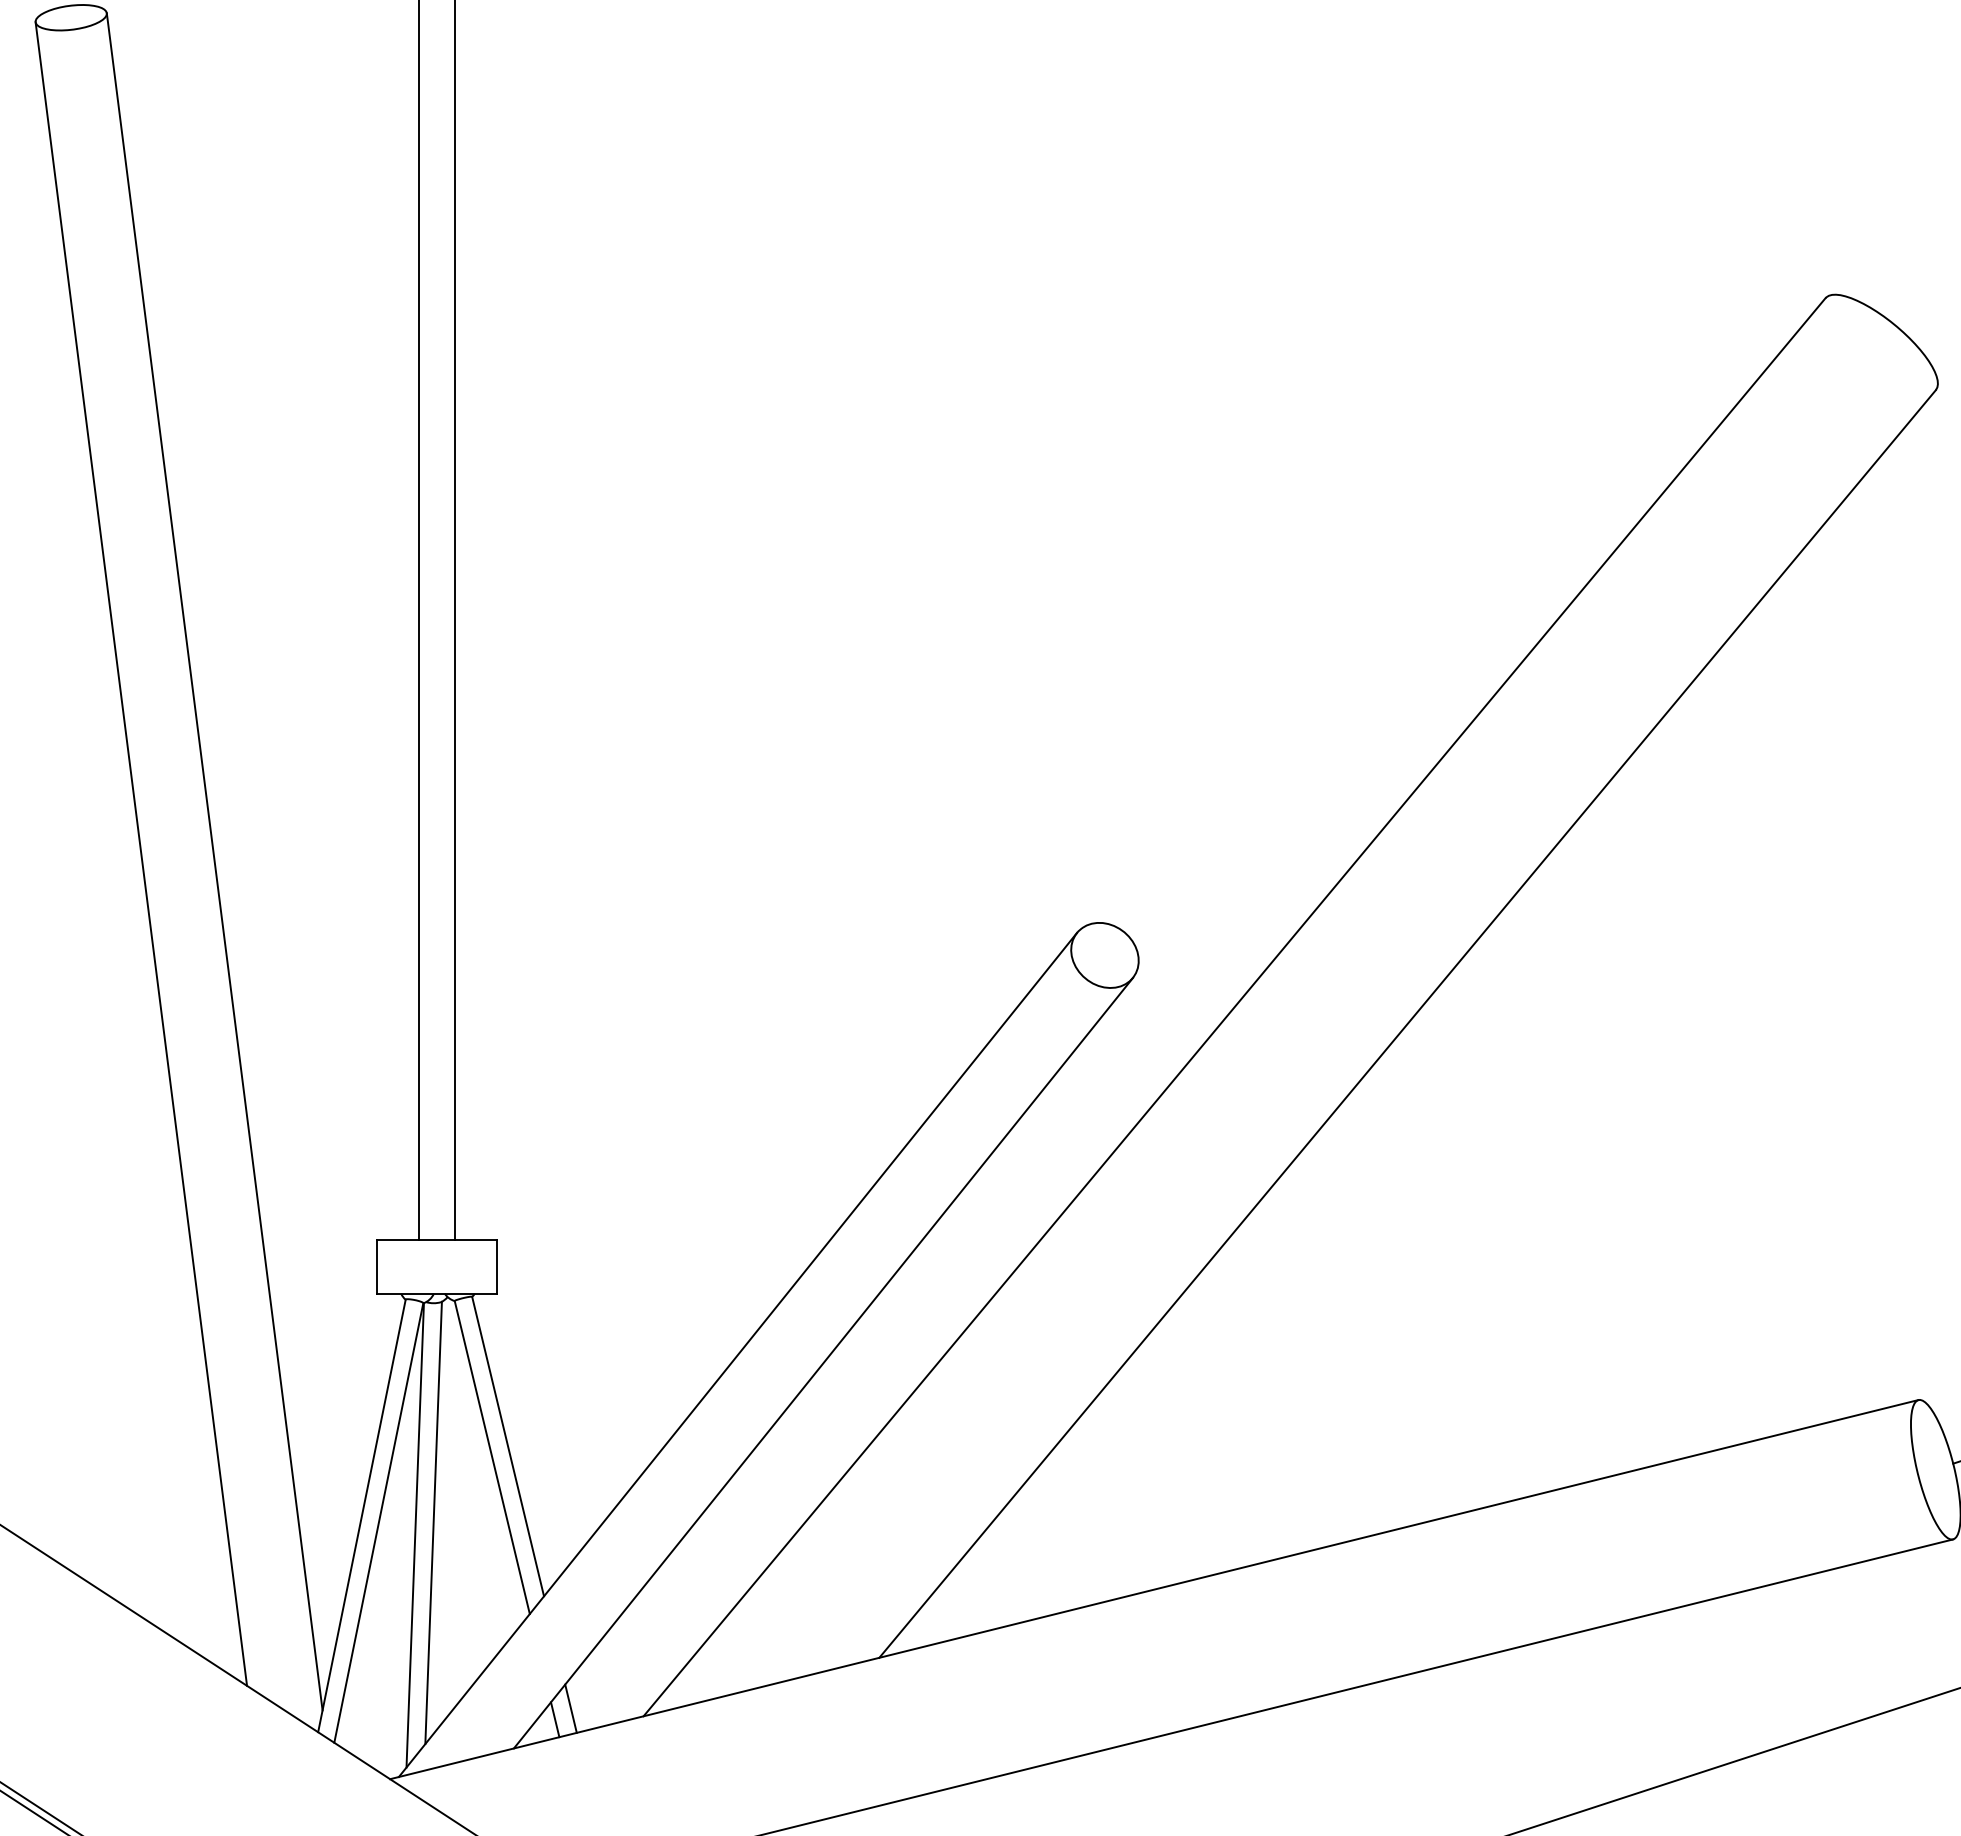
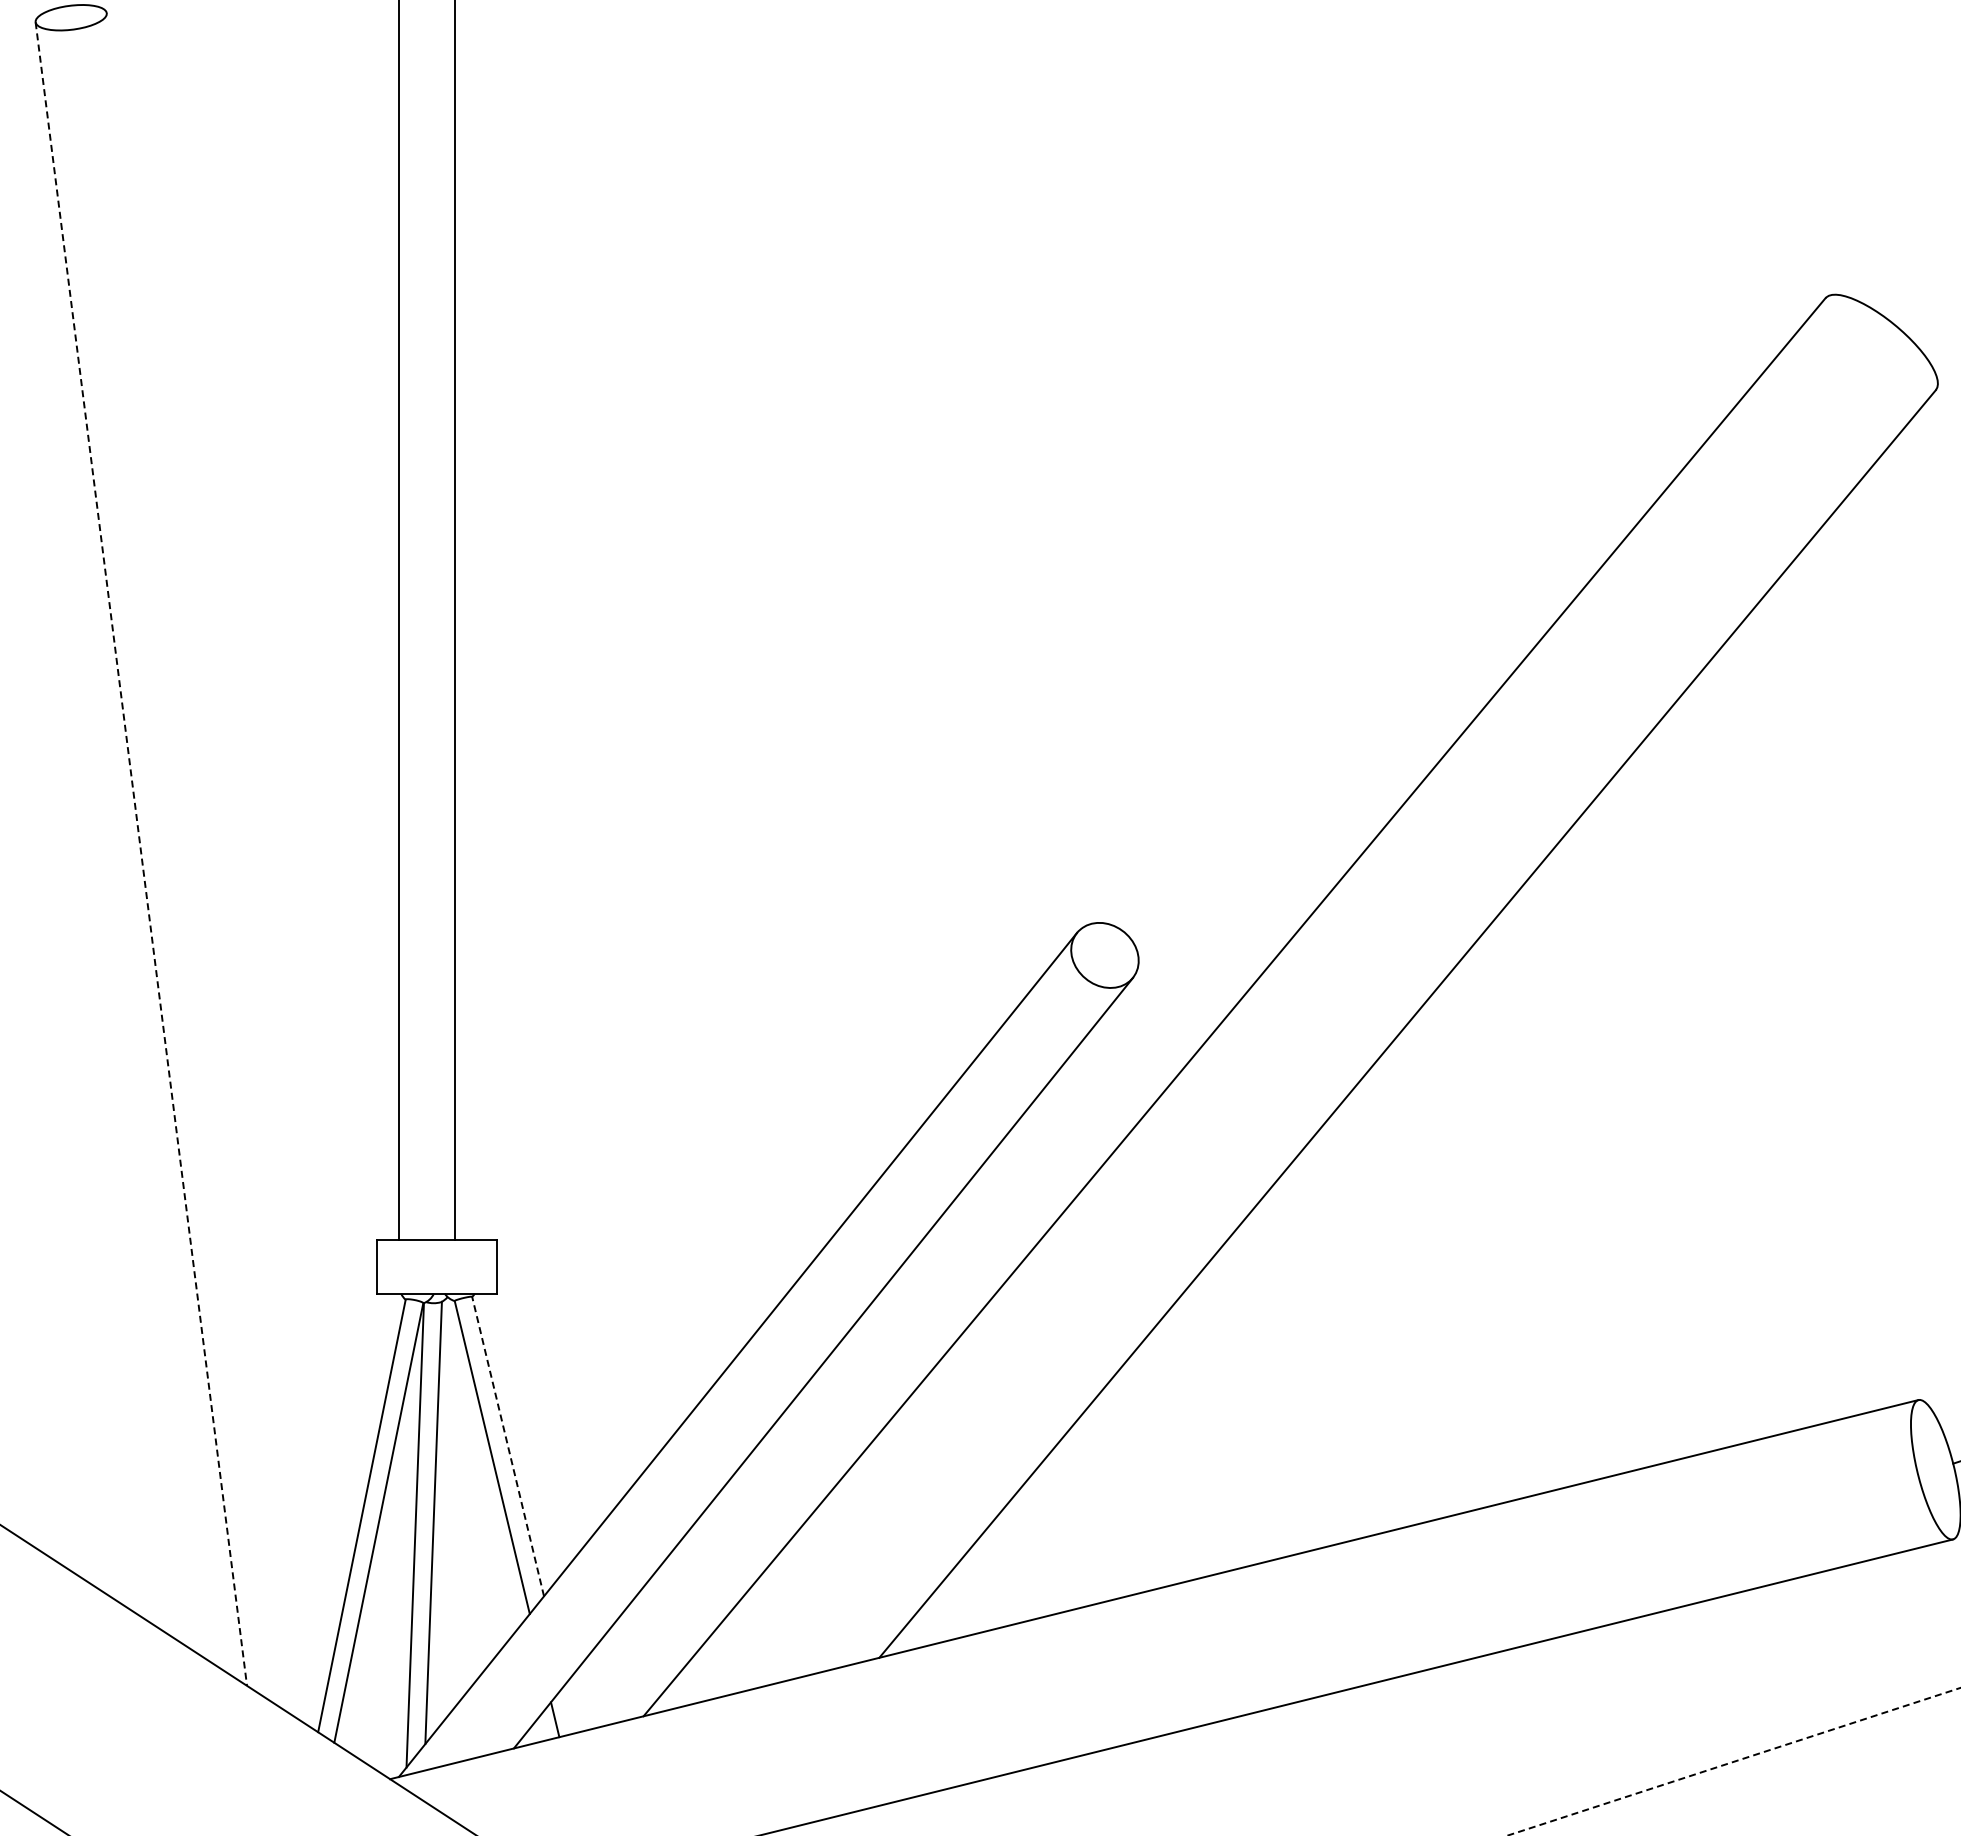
line at (419, 620) position: (419, 620) -> (399, 620)
line at (141, 854): solid -> dashed
line at (214, 861): present -> none
line at (508, 1446): solid -> dashed
line at (570, 1708): present -> none
line at (1733, 1761): solid -> dashed
line at (40, 1807): present -> none
